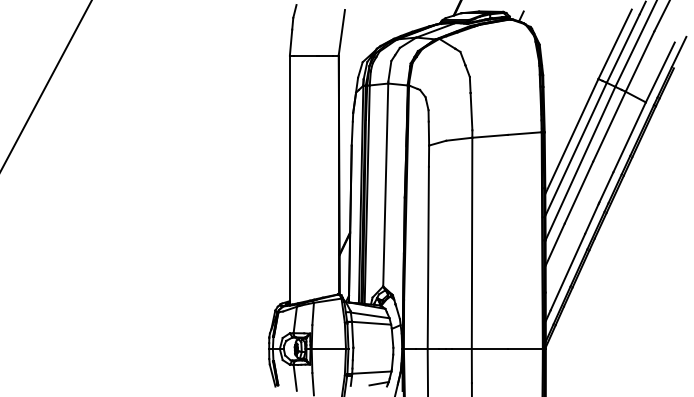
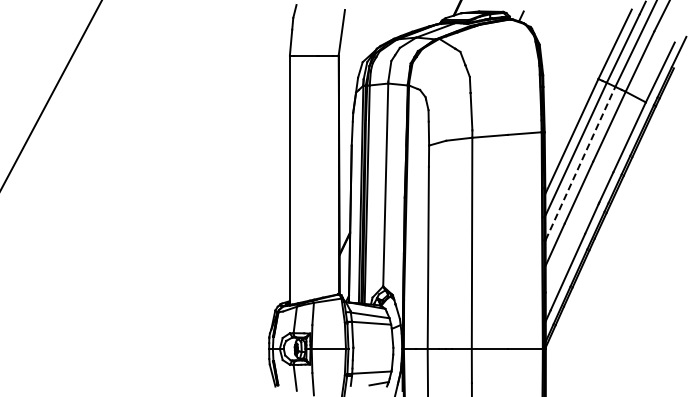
line at (46, 85) position: (46, 85) -> (51, 94)
line at (580, 163): solid -> dashed
